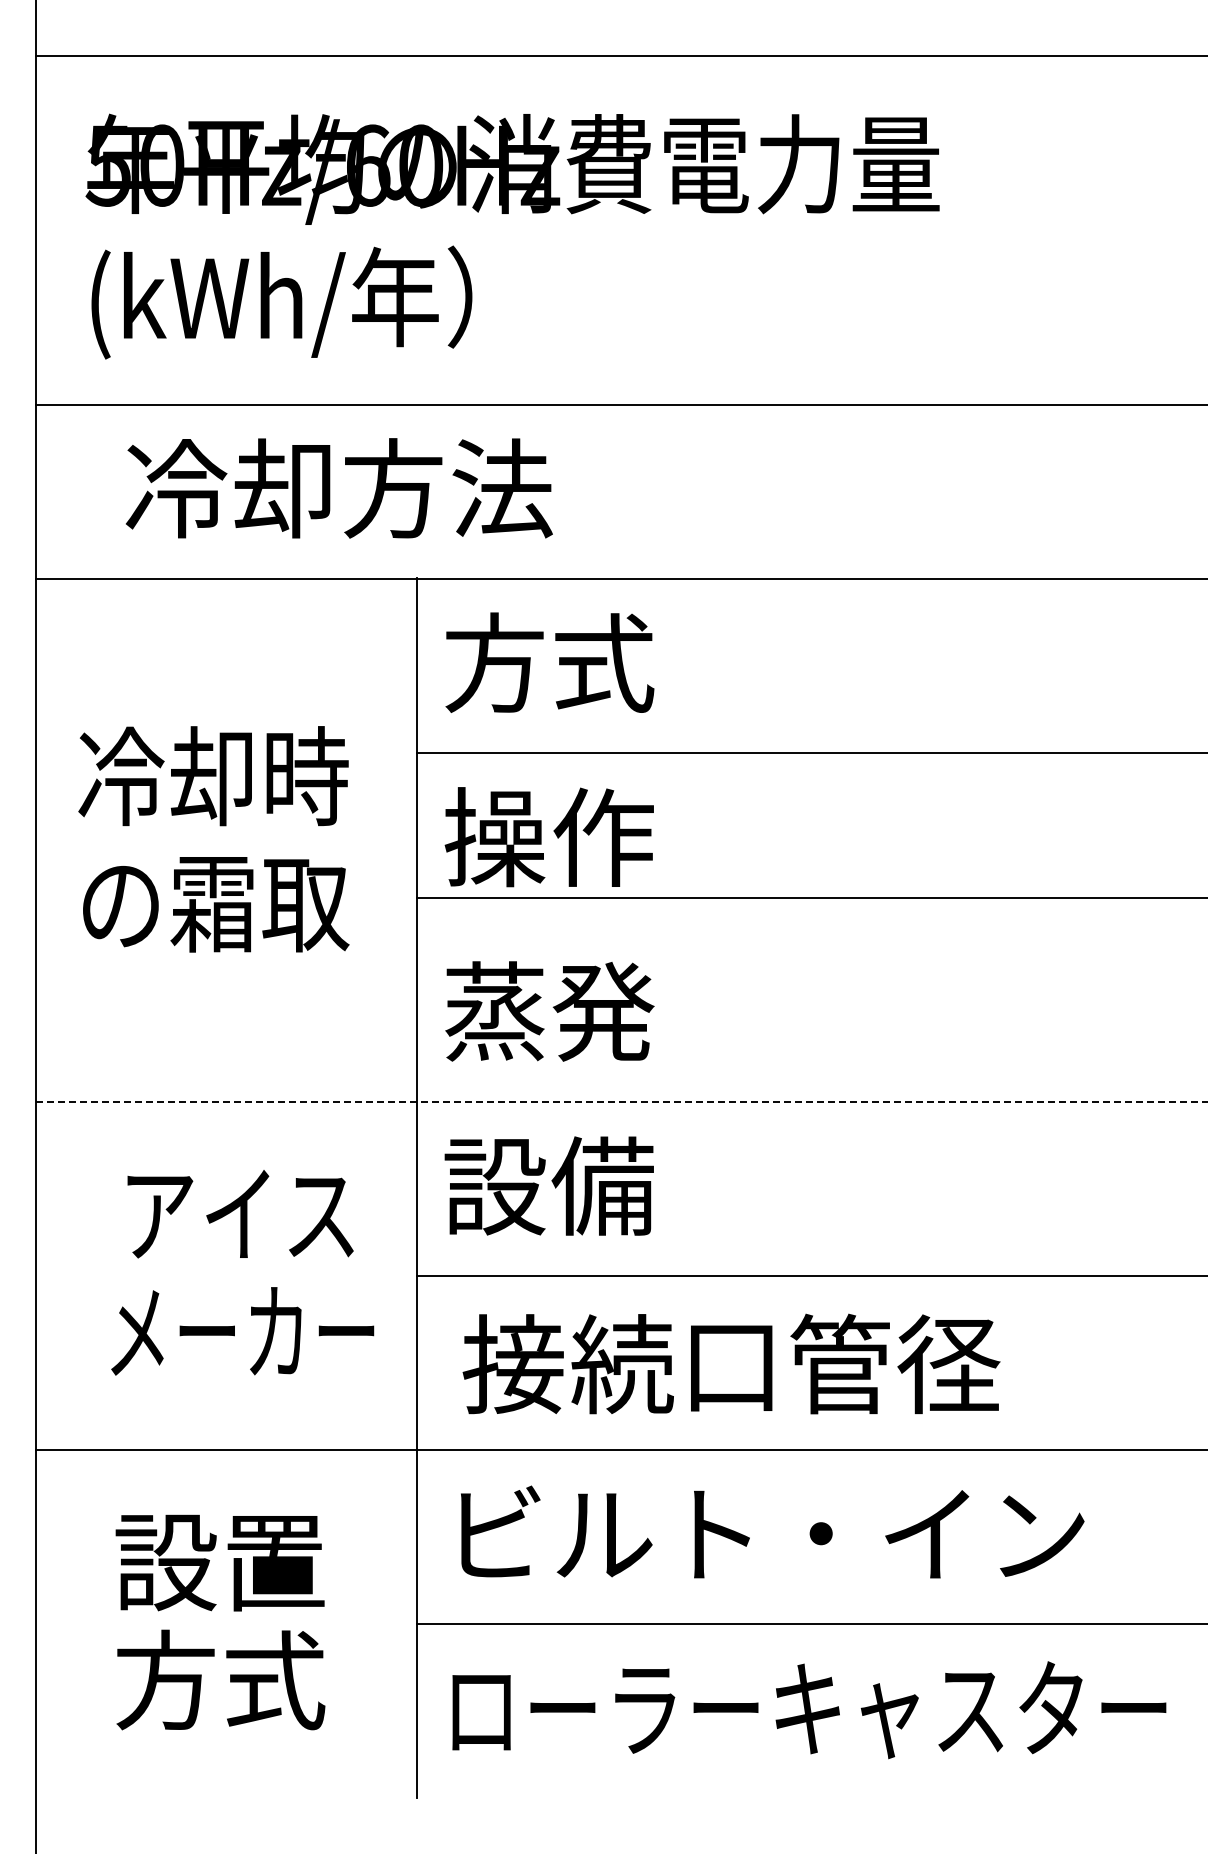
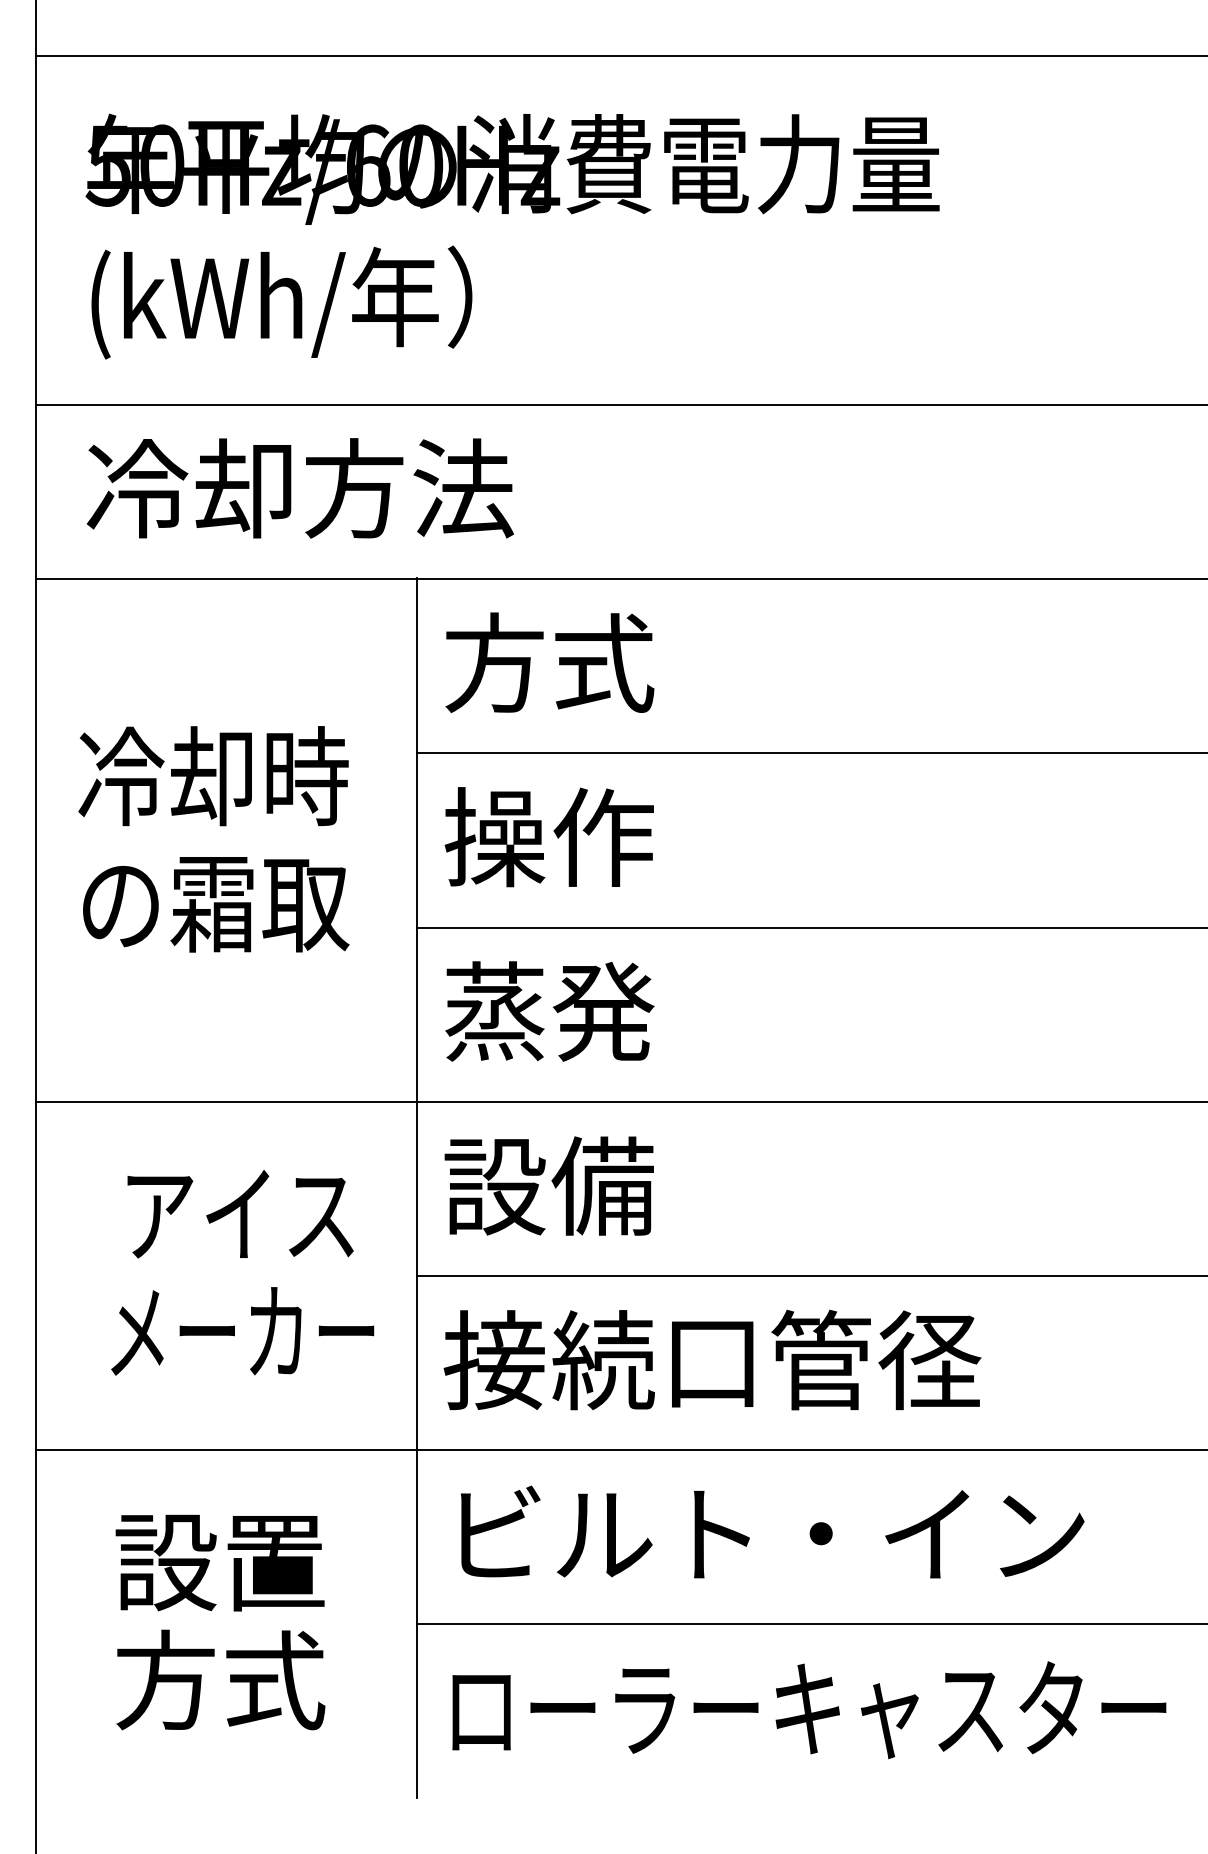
text at (339, 488) position: (339, 488) -> (300, 488)
line at (810, 897) position: (810, 897) -> (810, 927)
line at (622, 1102): dashed -> solid
text at (731, 1363) position: (731, 1363) -> (712, 1359)
